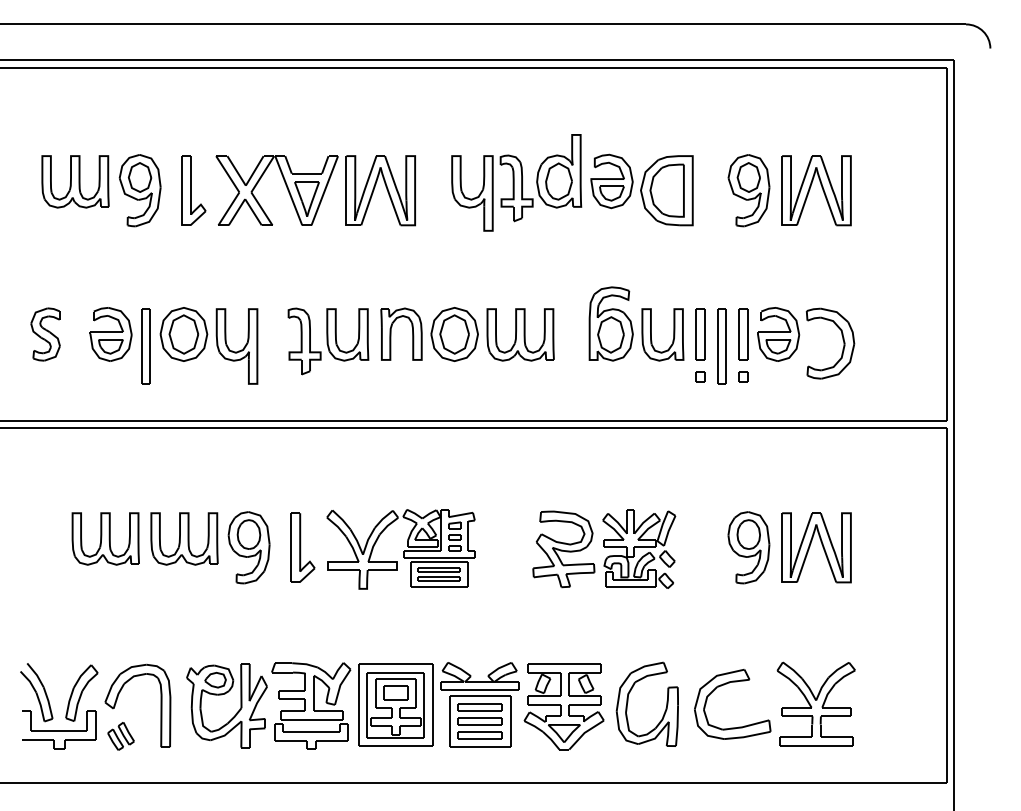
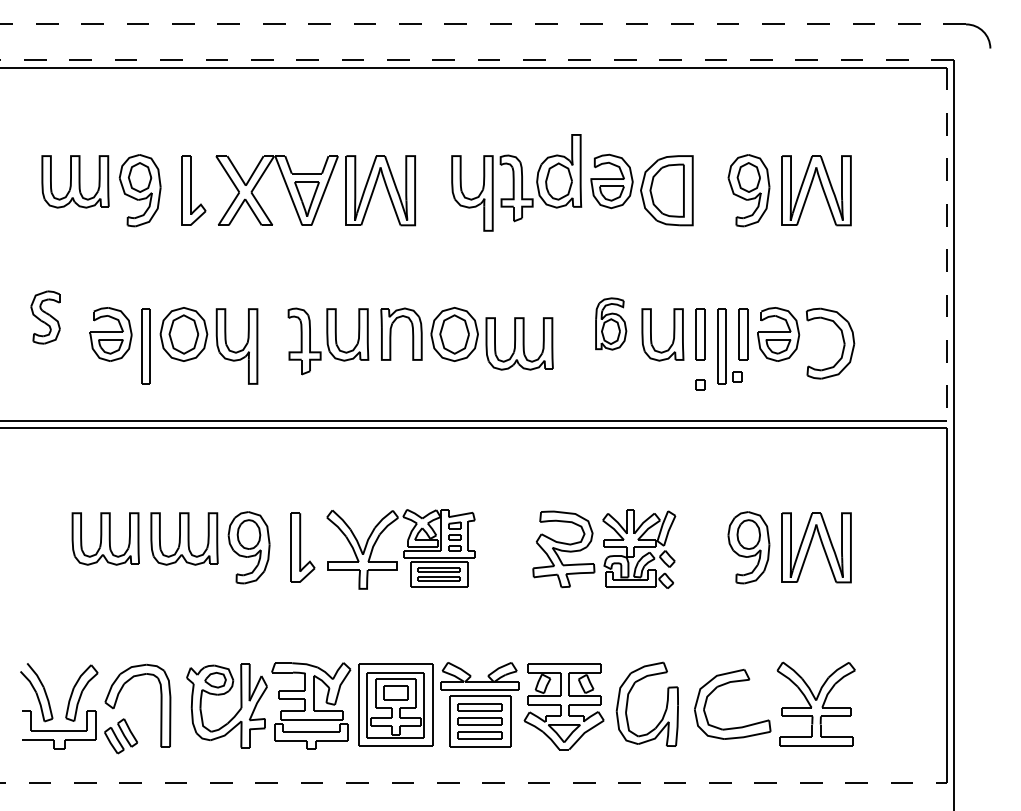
line at (483, 24): solid -> dashed
line at (477, 60): solid -> dashed
line at (947, 244): solid -> dashed
part at (610, 323) size: 46x76 px -> 33x54 px
part at (45, 334) position: (45, 334) -> (45, 317)
part at (520, 334) position: (520, 334) -> (519, 343)
part at (700, 376) position: (700, 376) -> (700, 384)
part at (743, 376) position: (743, 376) -> (737, 376)
part at (120, 736) size: 28x29 px -> 35x37 px
line at (474, 782): solid -> dashed
